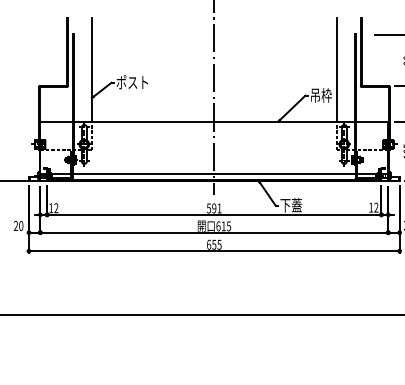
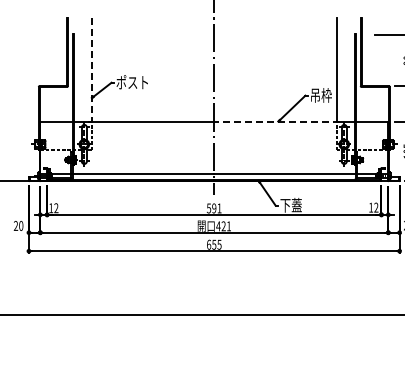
line at (91, 70): solid -> dashed
line at (277, 121): solid -> dashed
text at (223, 226): 615 -> 421
